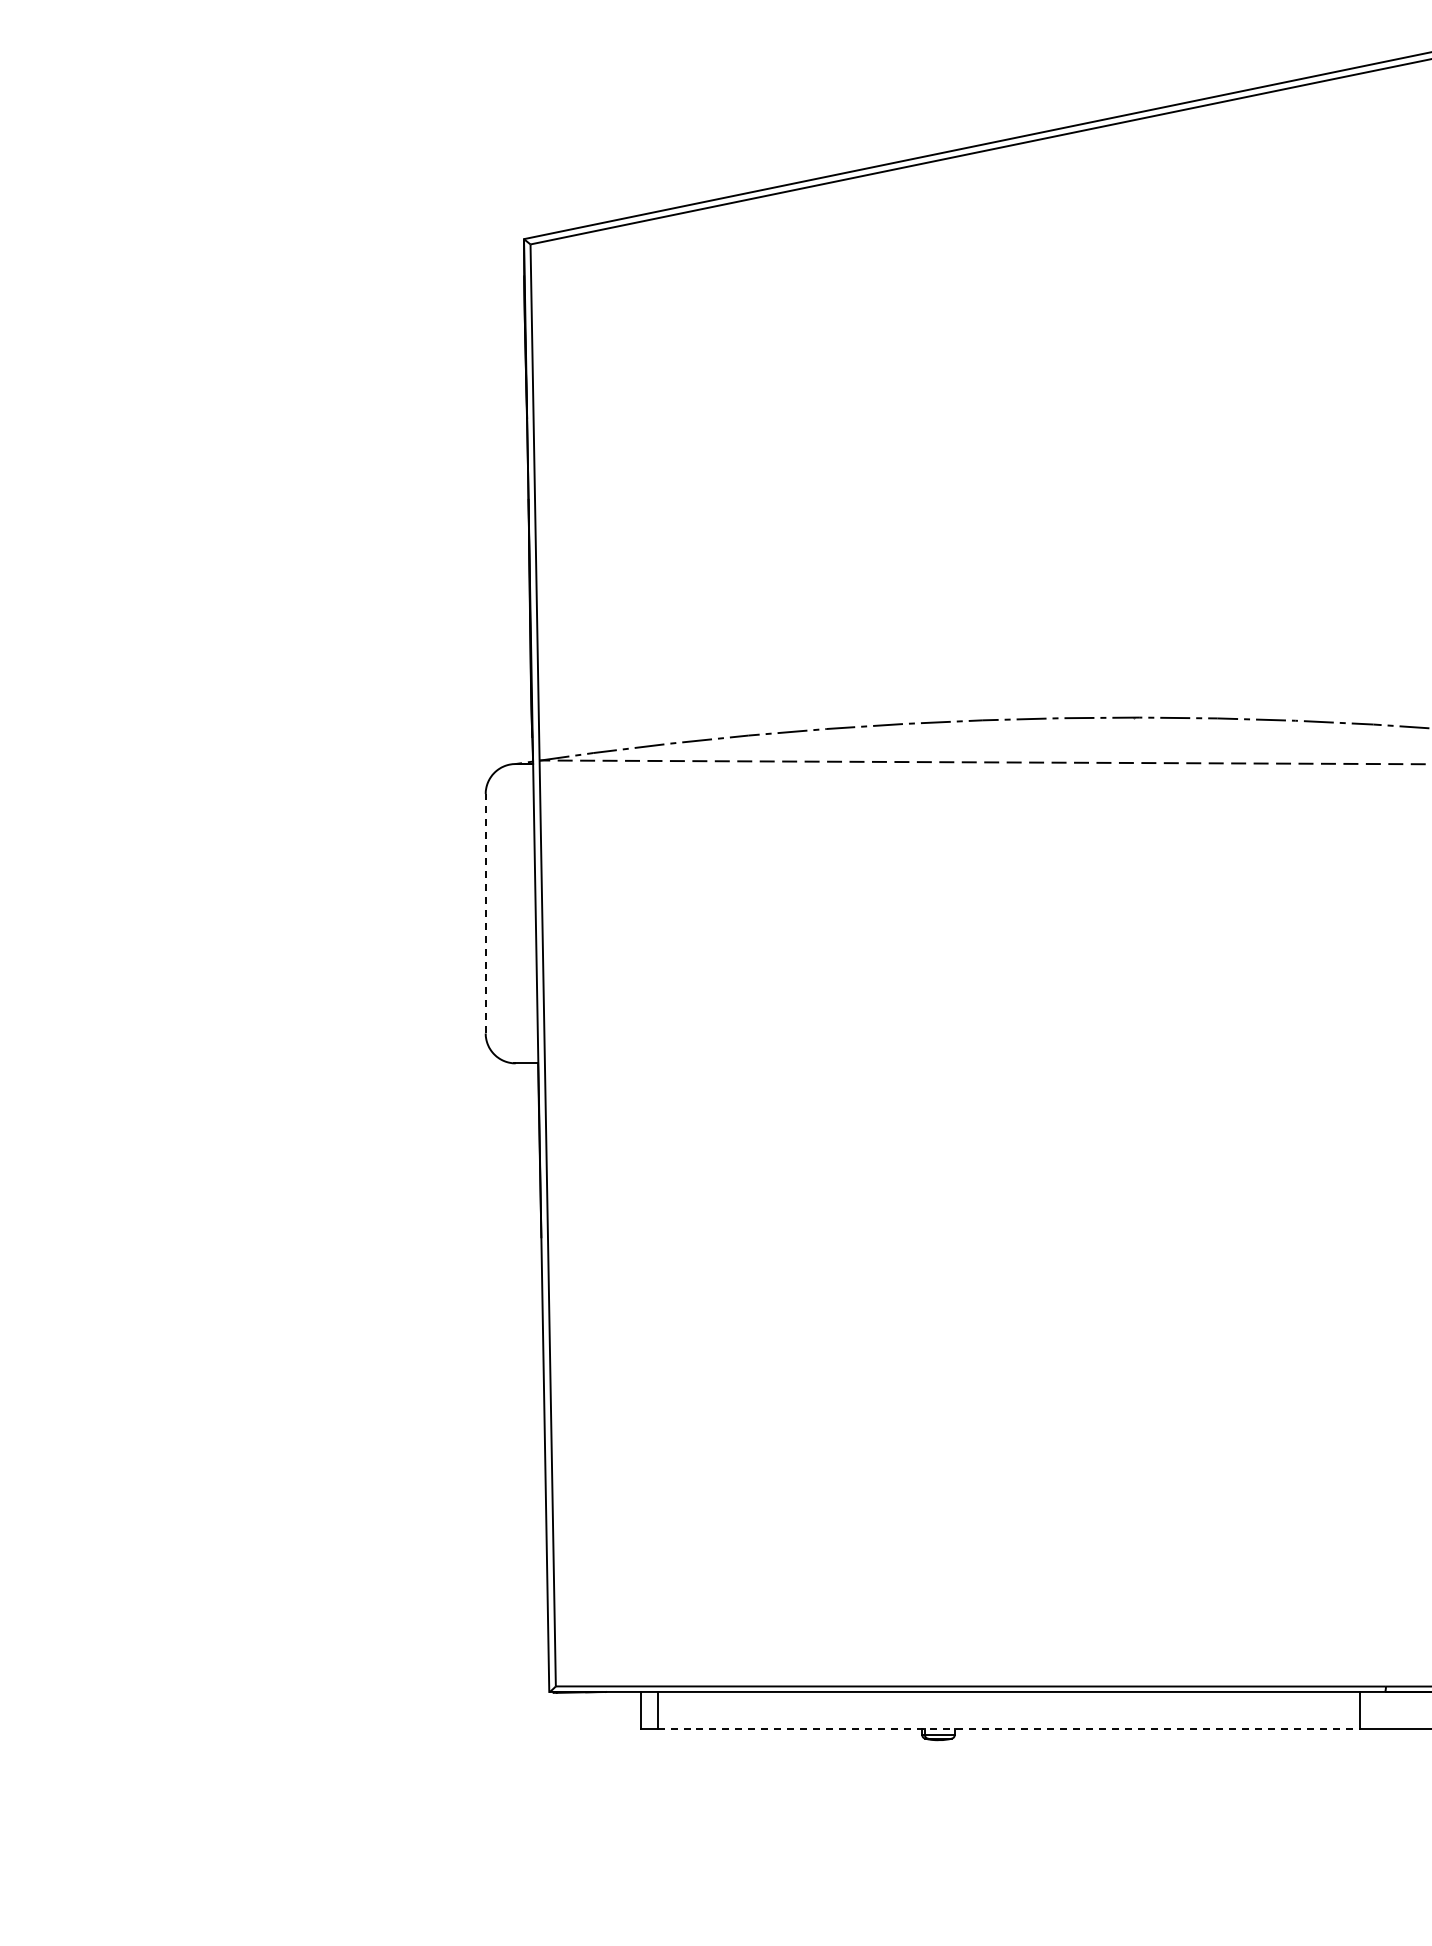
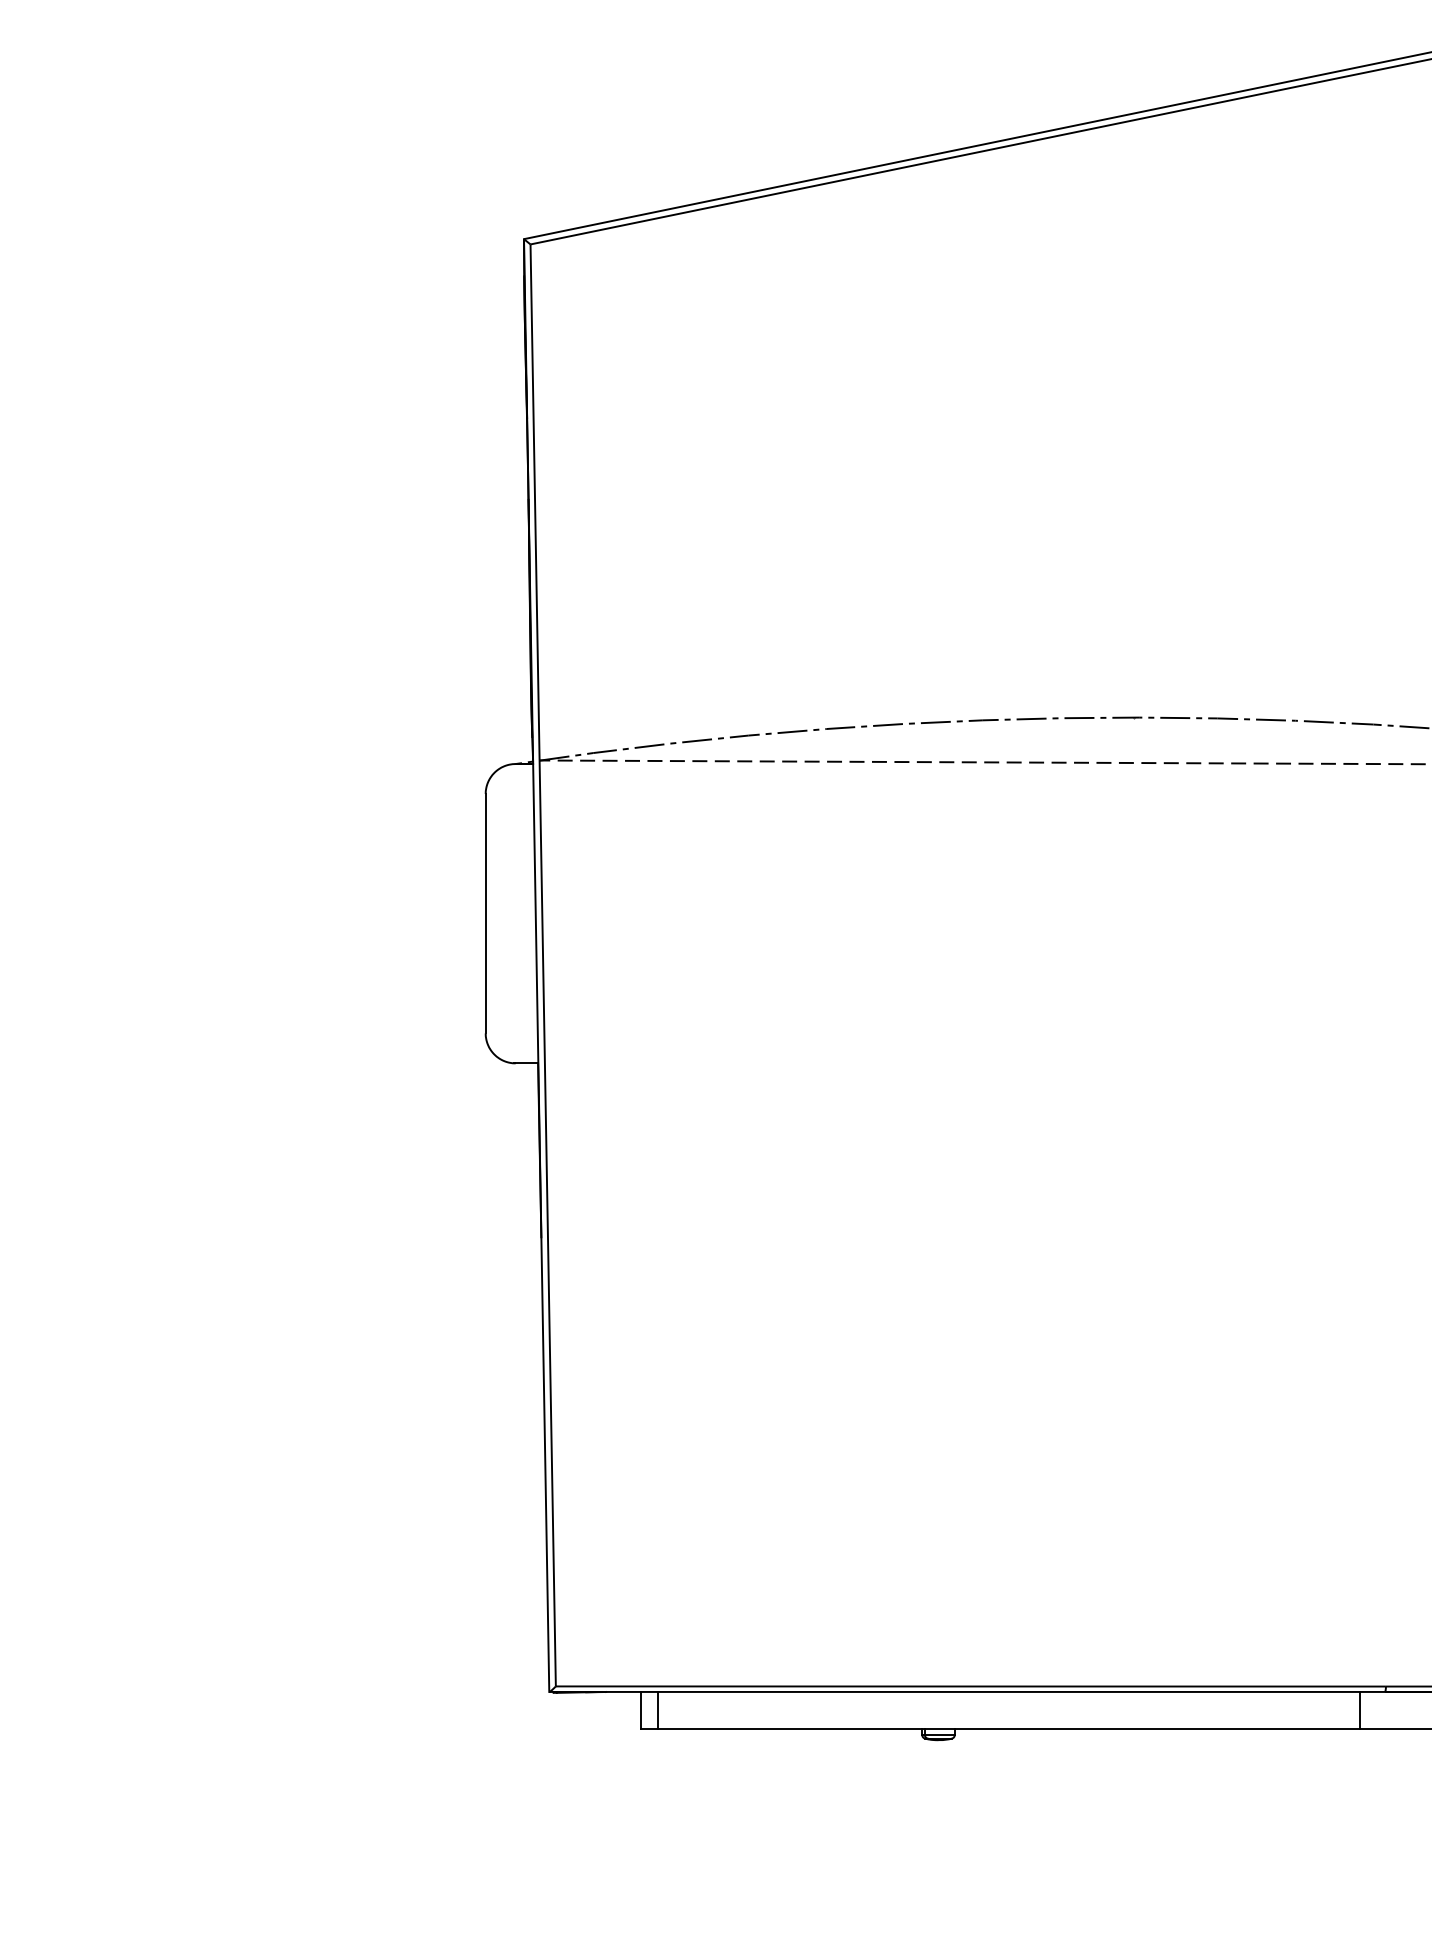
line at (485, 913): dashed -> solid
line at (1009, 1729): dashed -> solid
